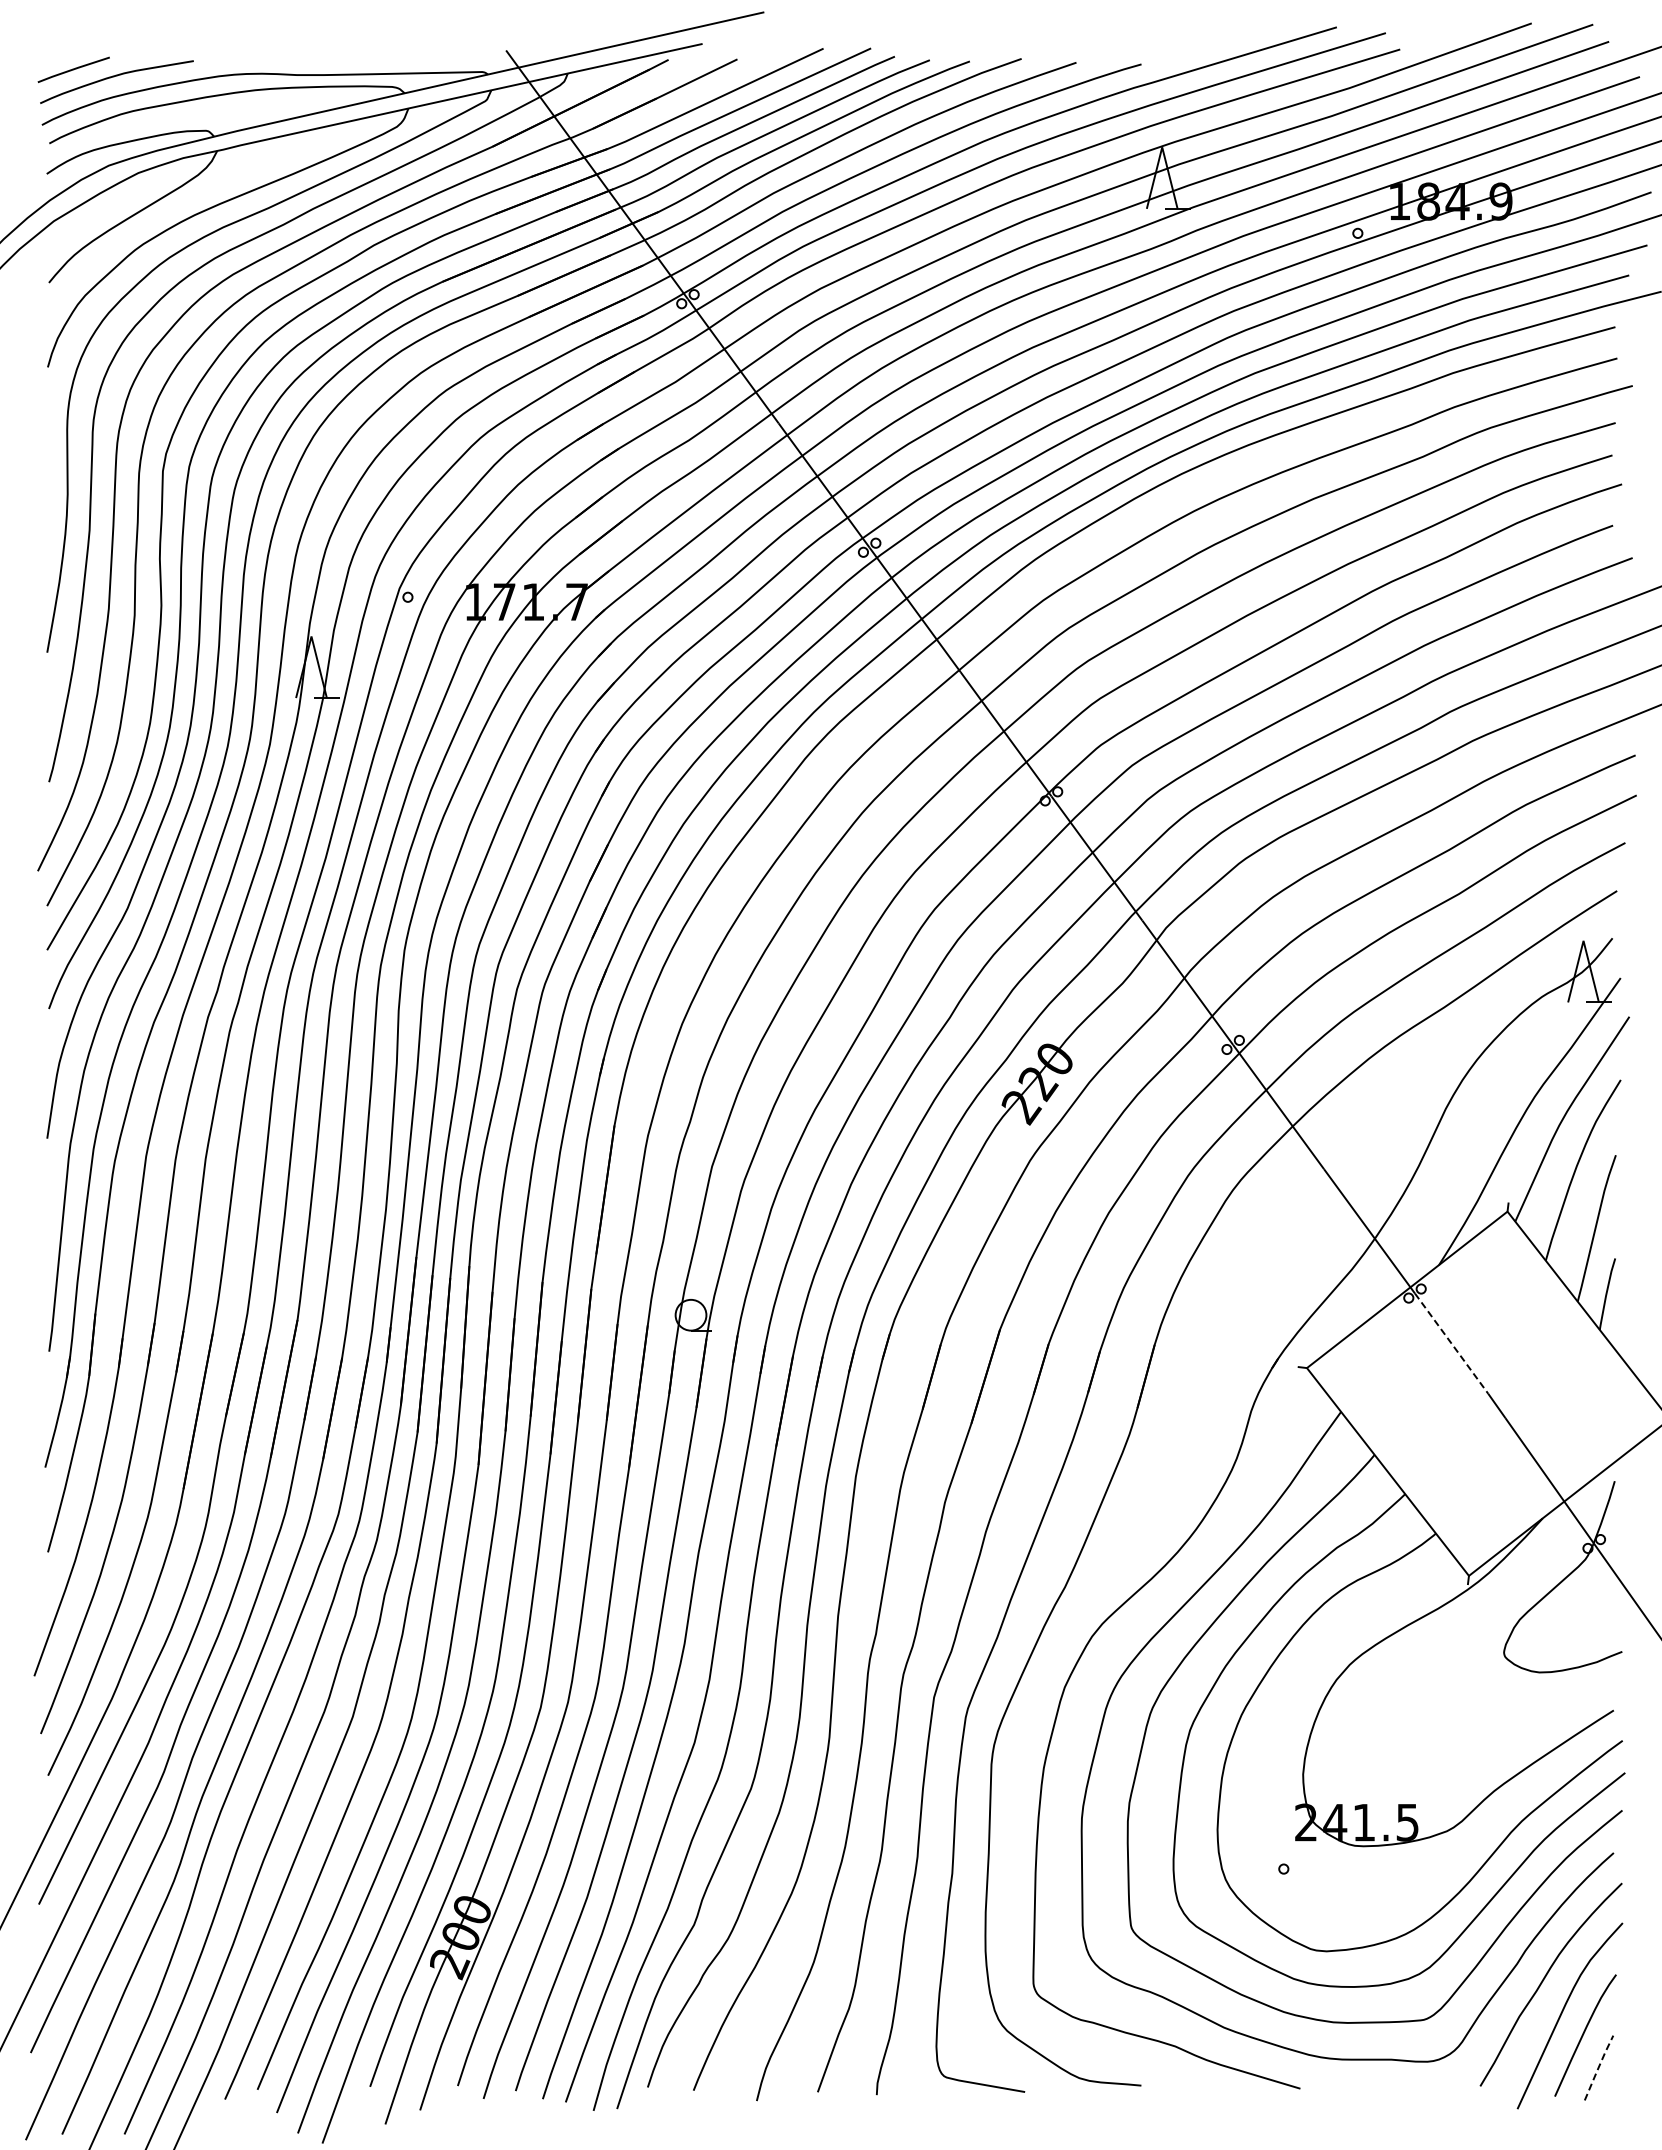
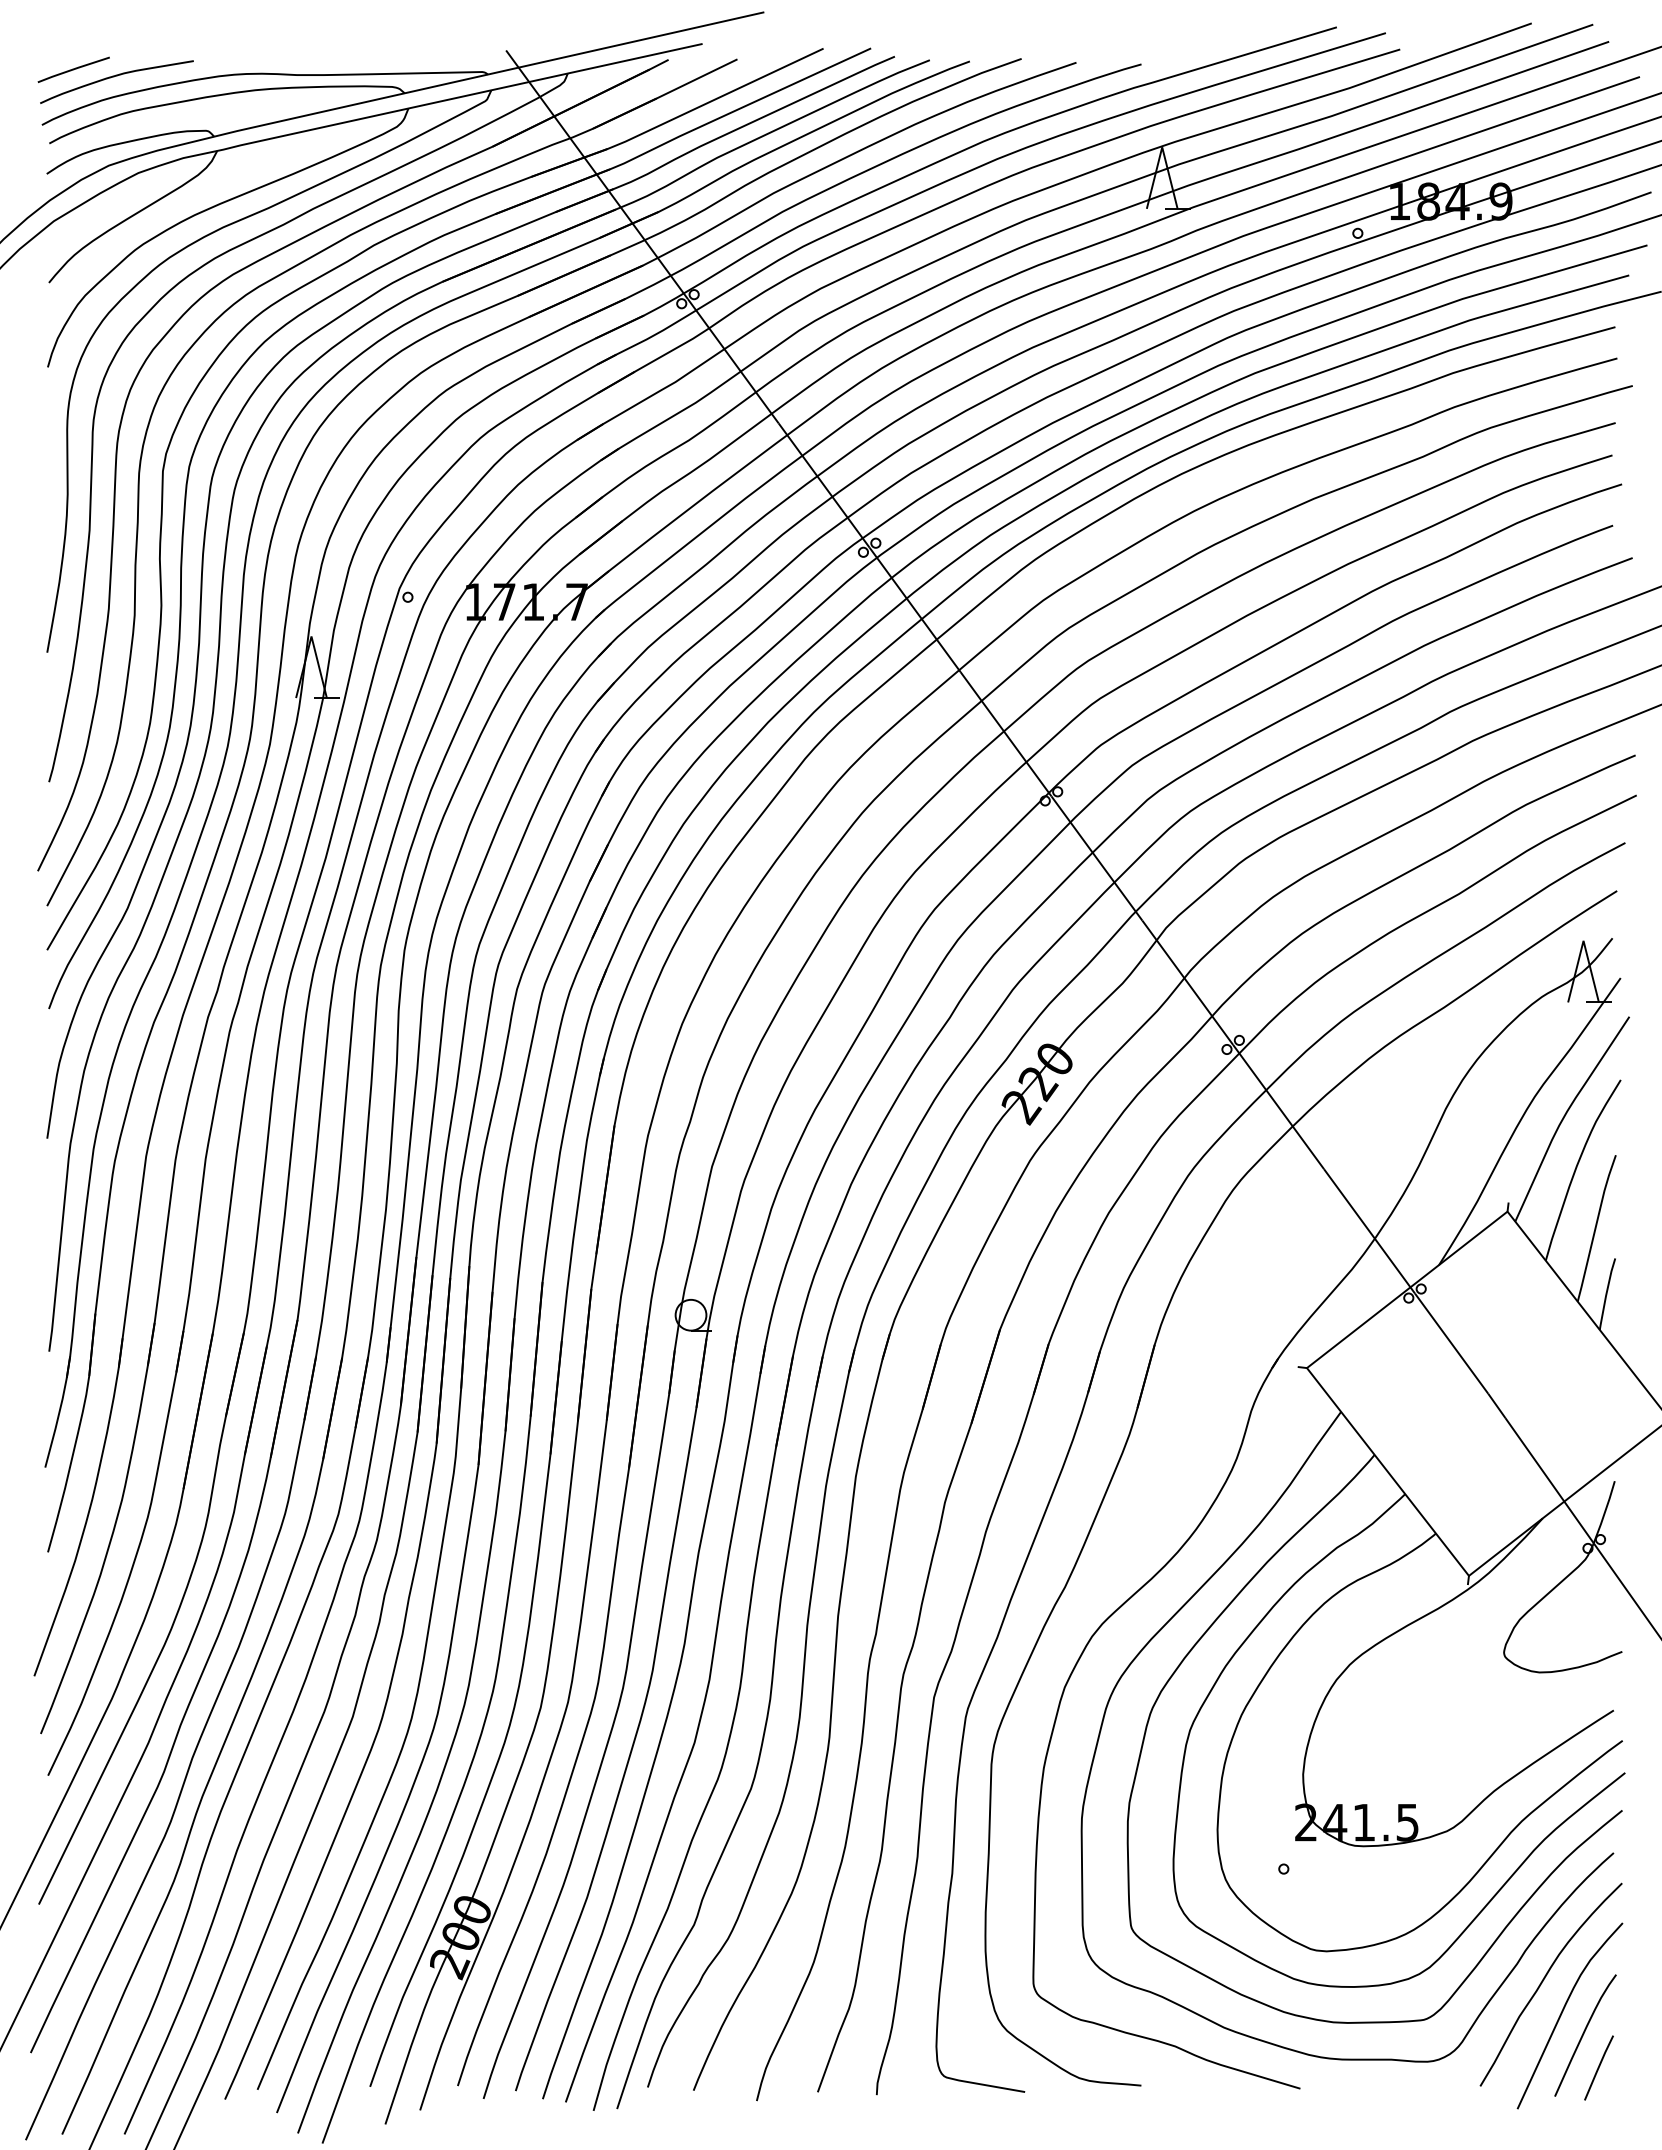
line at (1451, 1344): dashed -> solid
line at (1598, 2067): dashed -> solid
